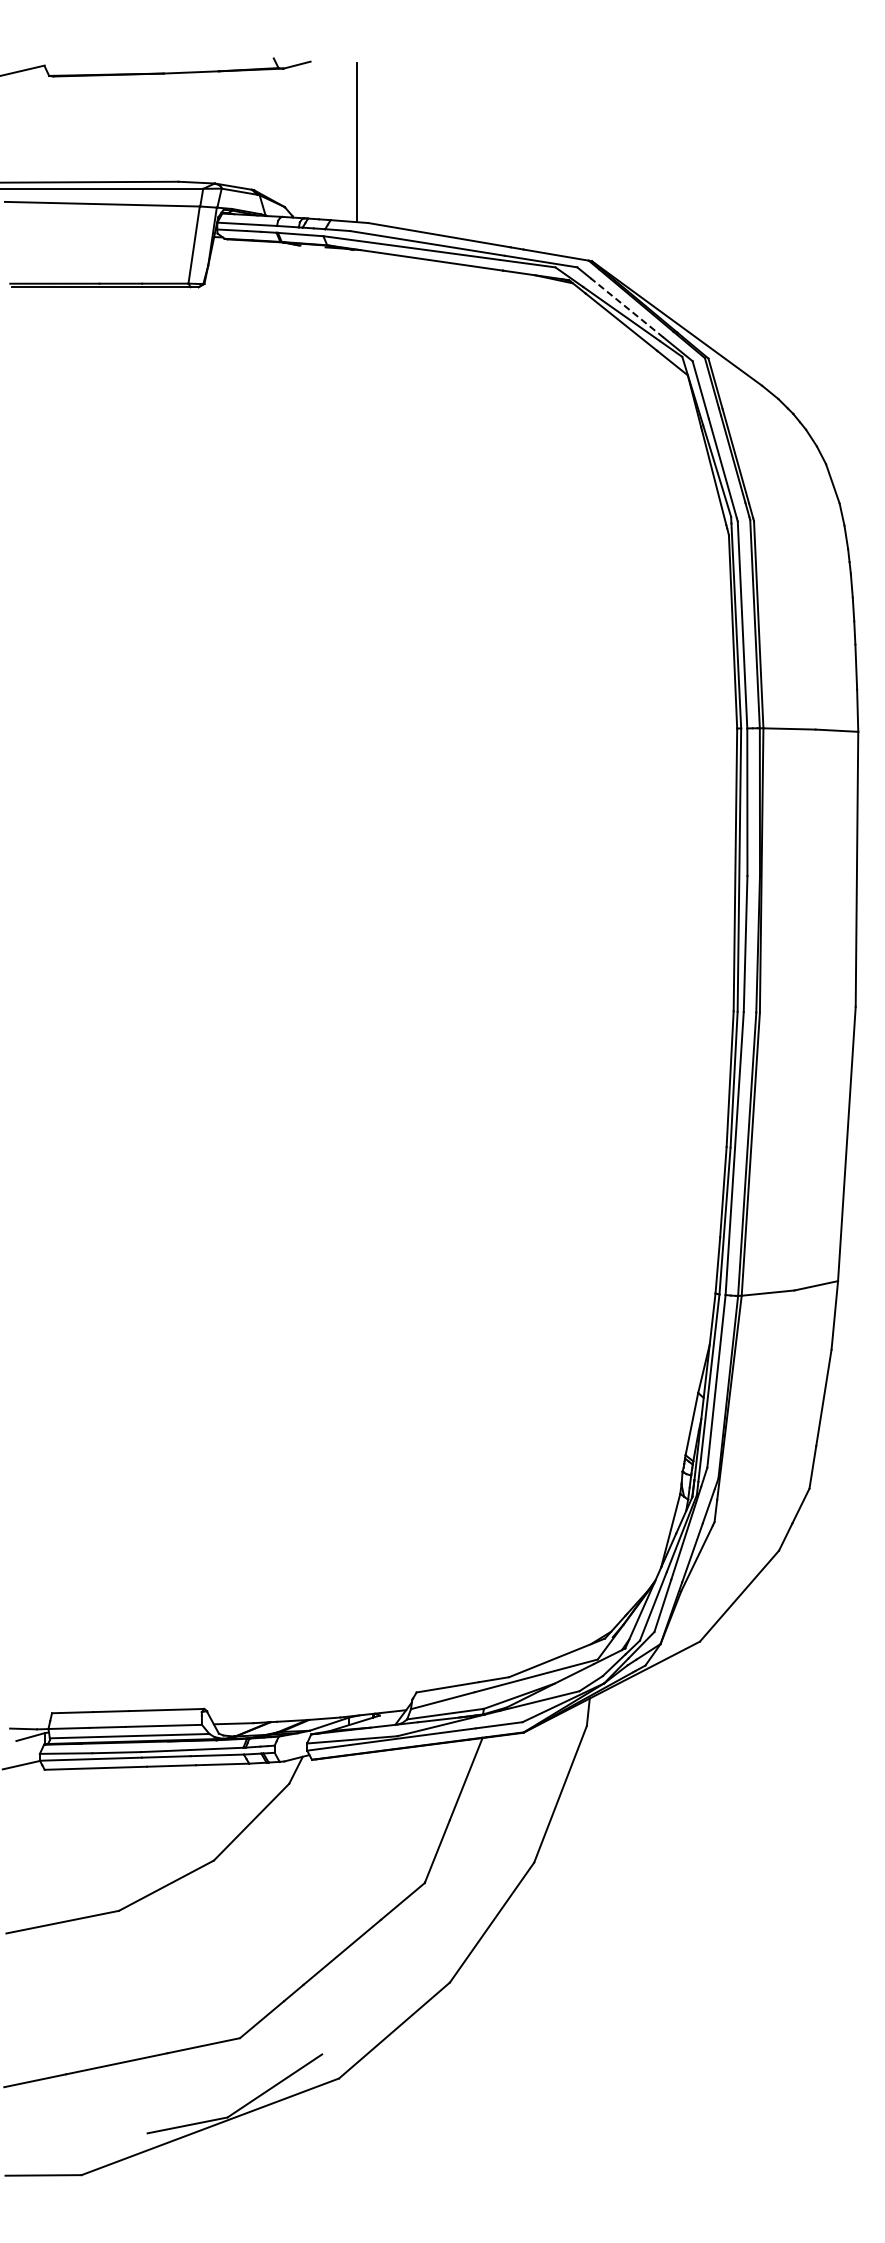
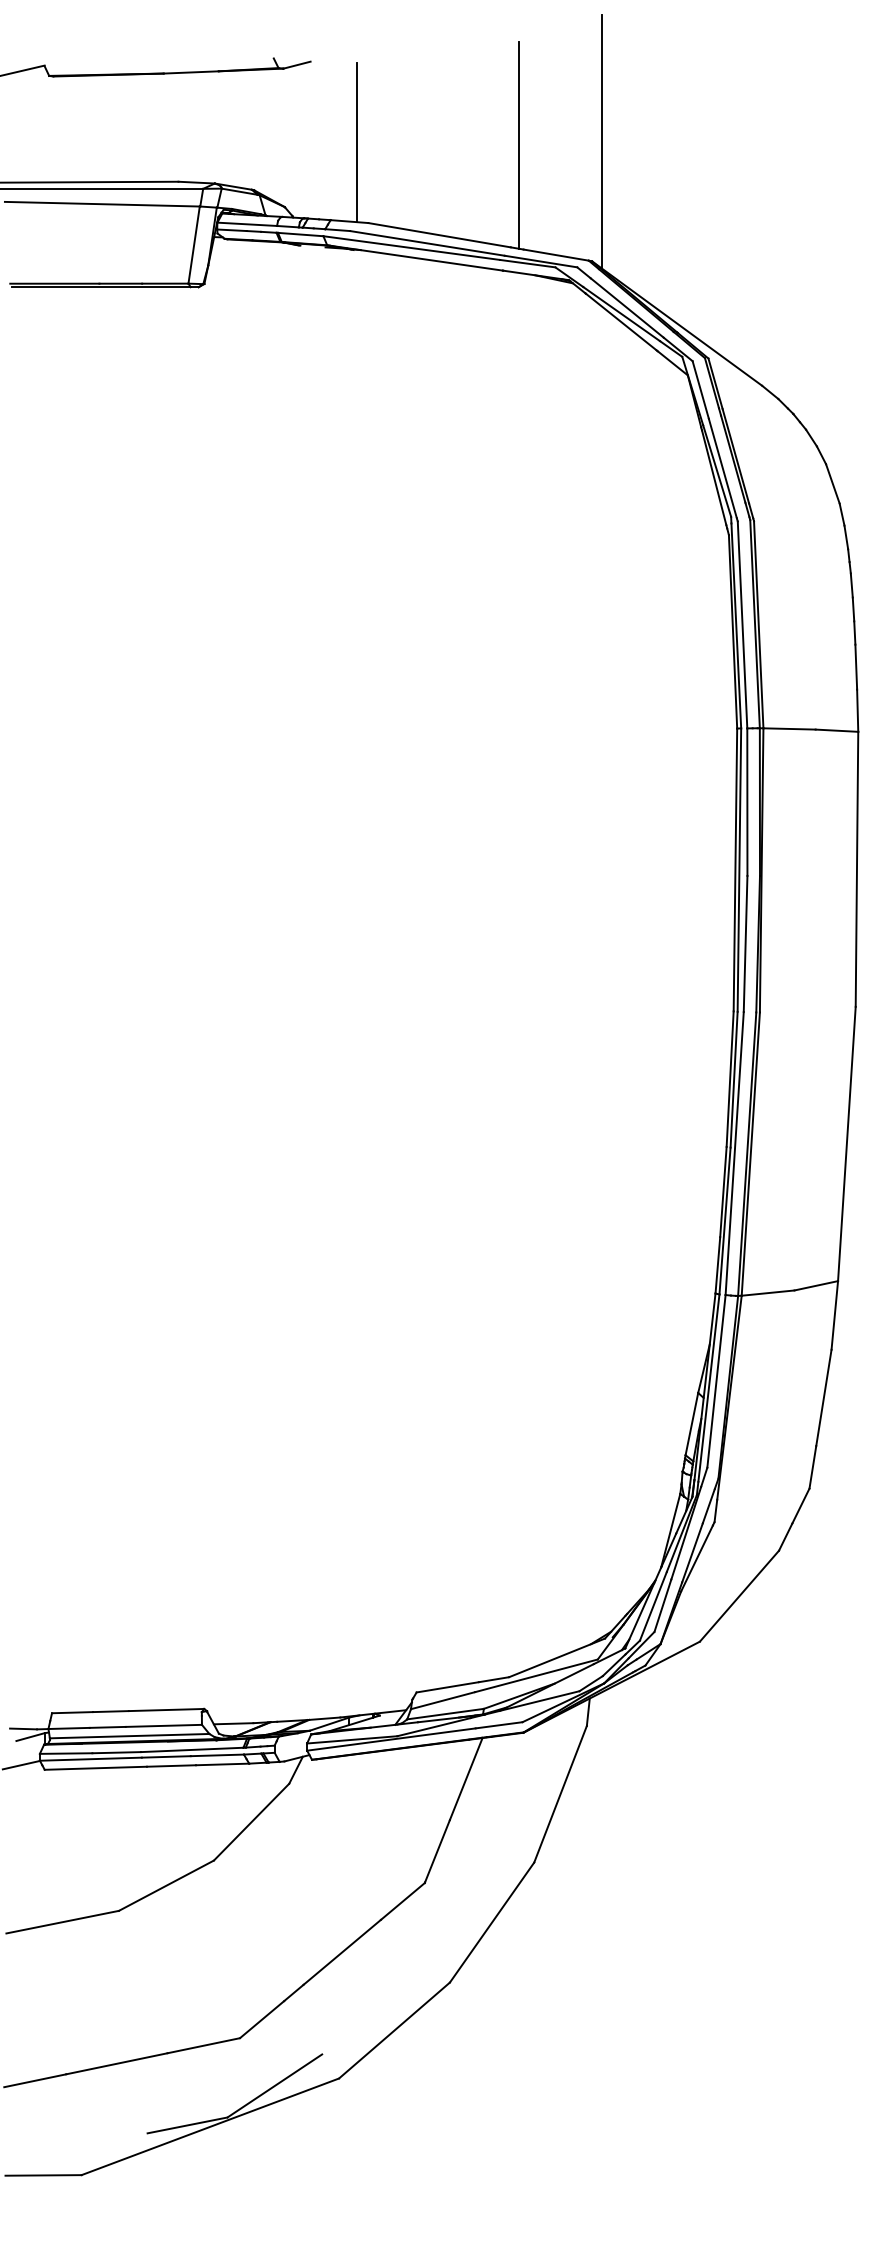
line at (602, 141): none -> present
line at (518, 145): none -> present
line at (627, 308): dashed -> solid
